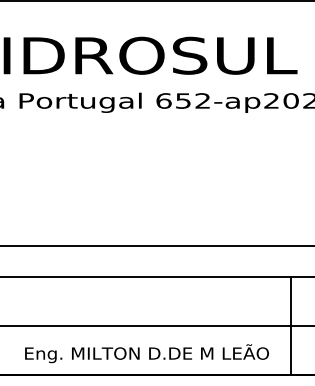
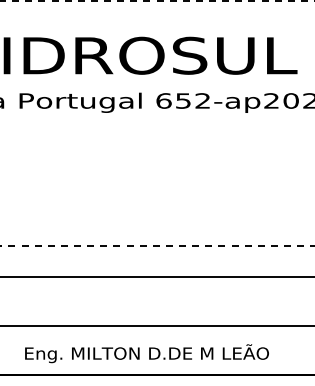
line at (157, 1): solid -> dashed
line at (157, 246): solid -> dashed
line at (291, 325): present -> none
